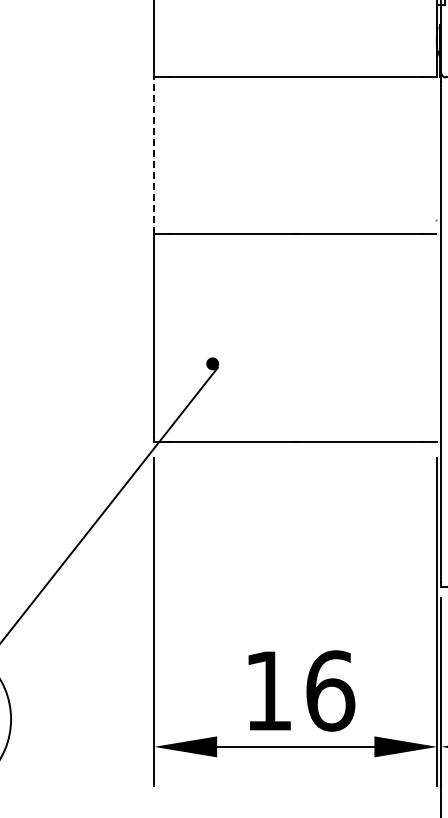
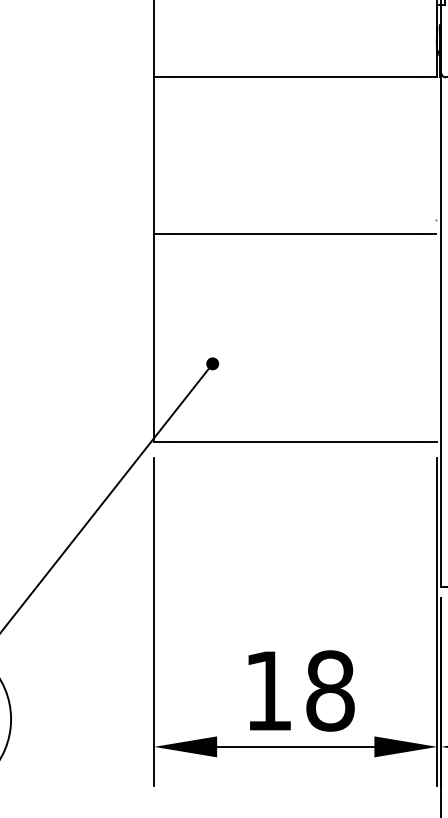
line at (154, 155): dashed -> solid
line at (109, 504) position: (109, 504) -> (107, 496)
text at (330, 690): 16 -> 18
